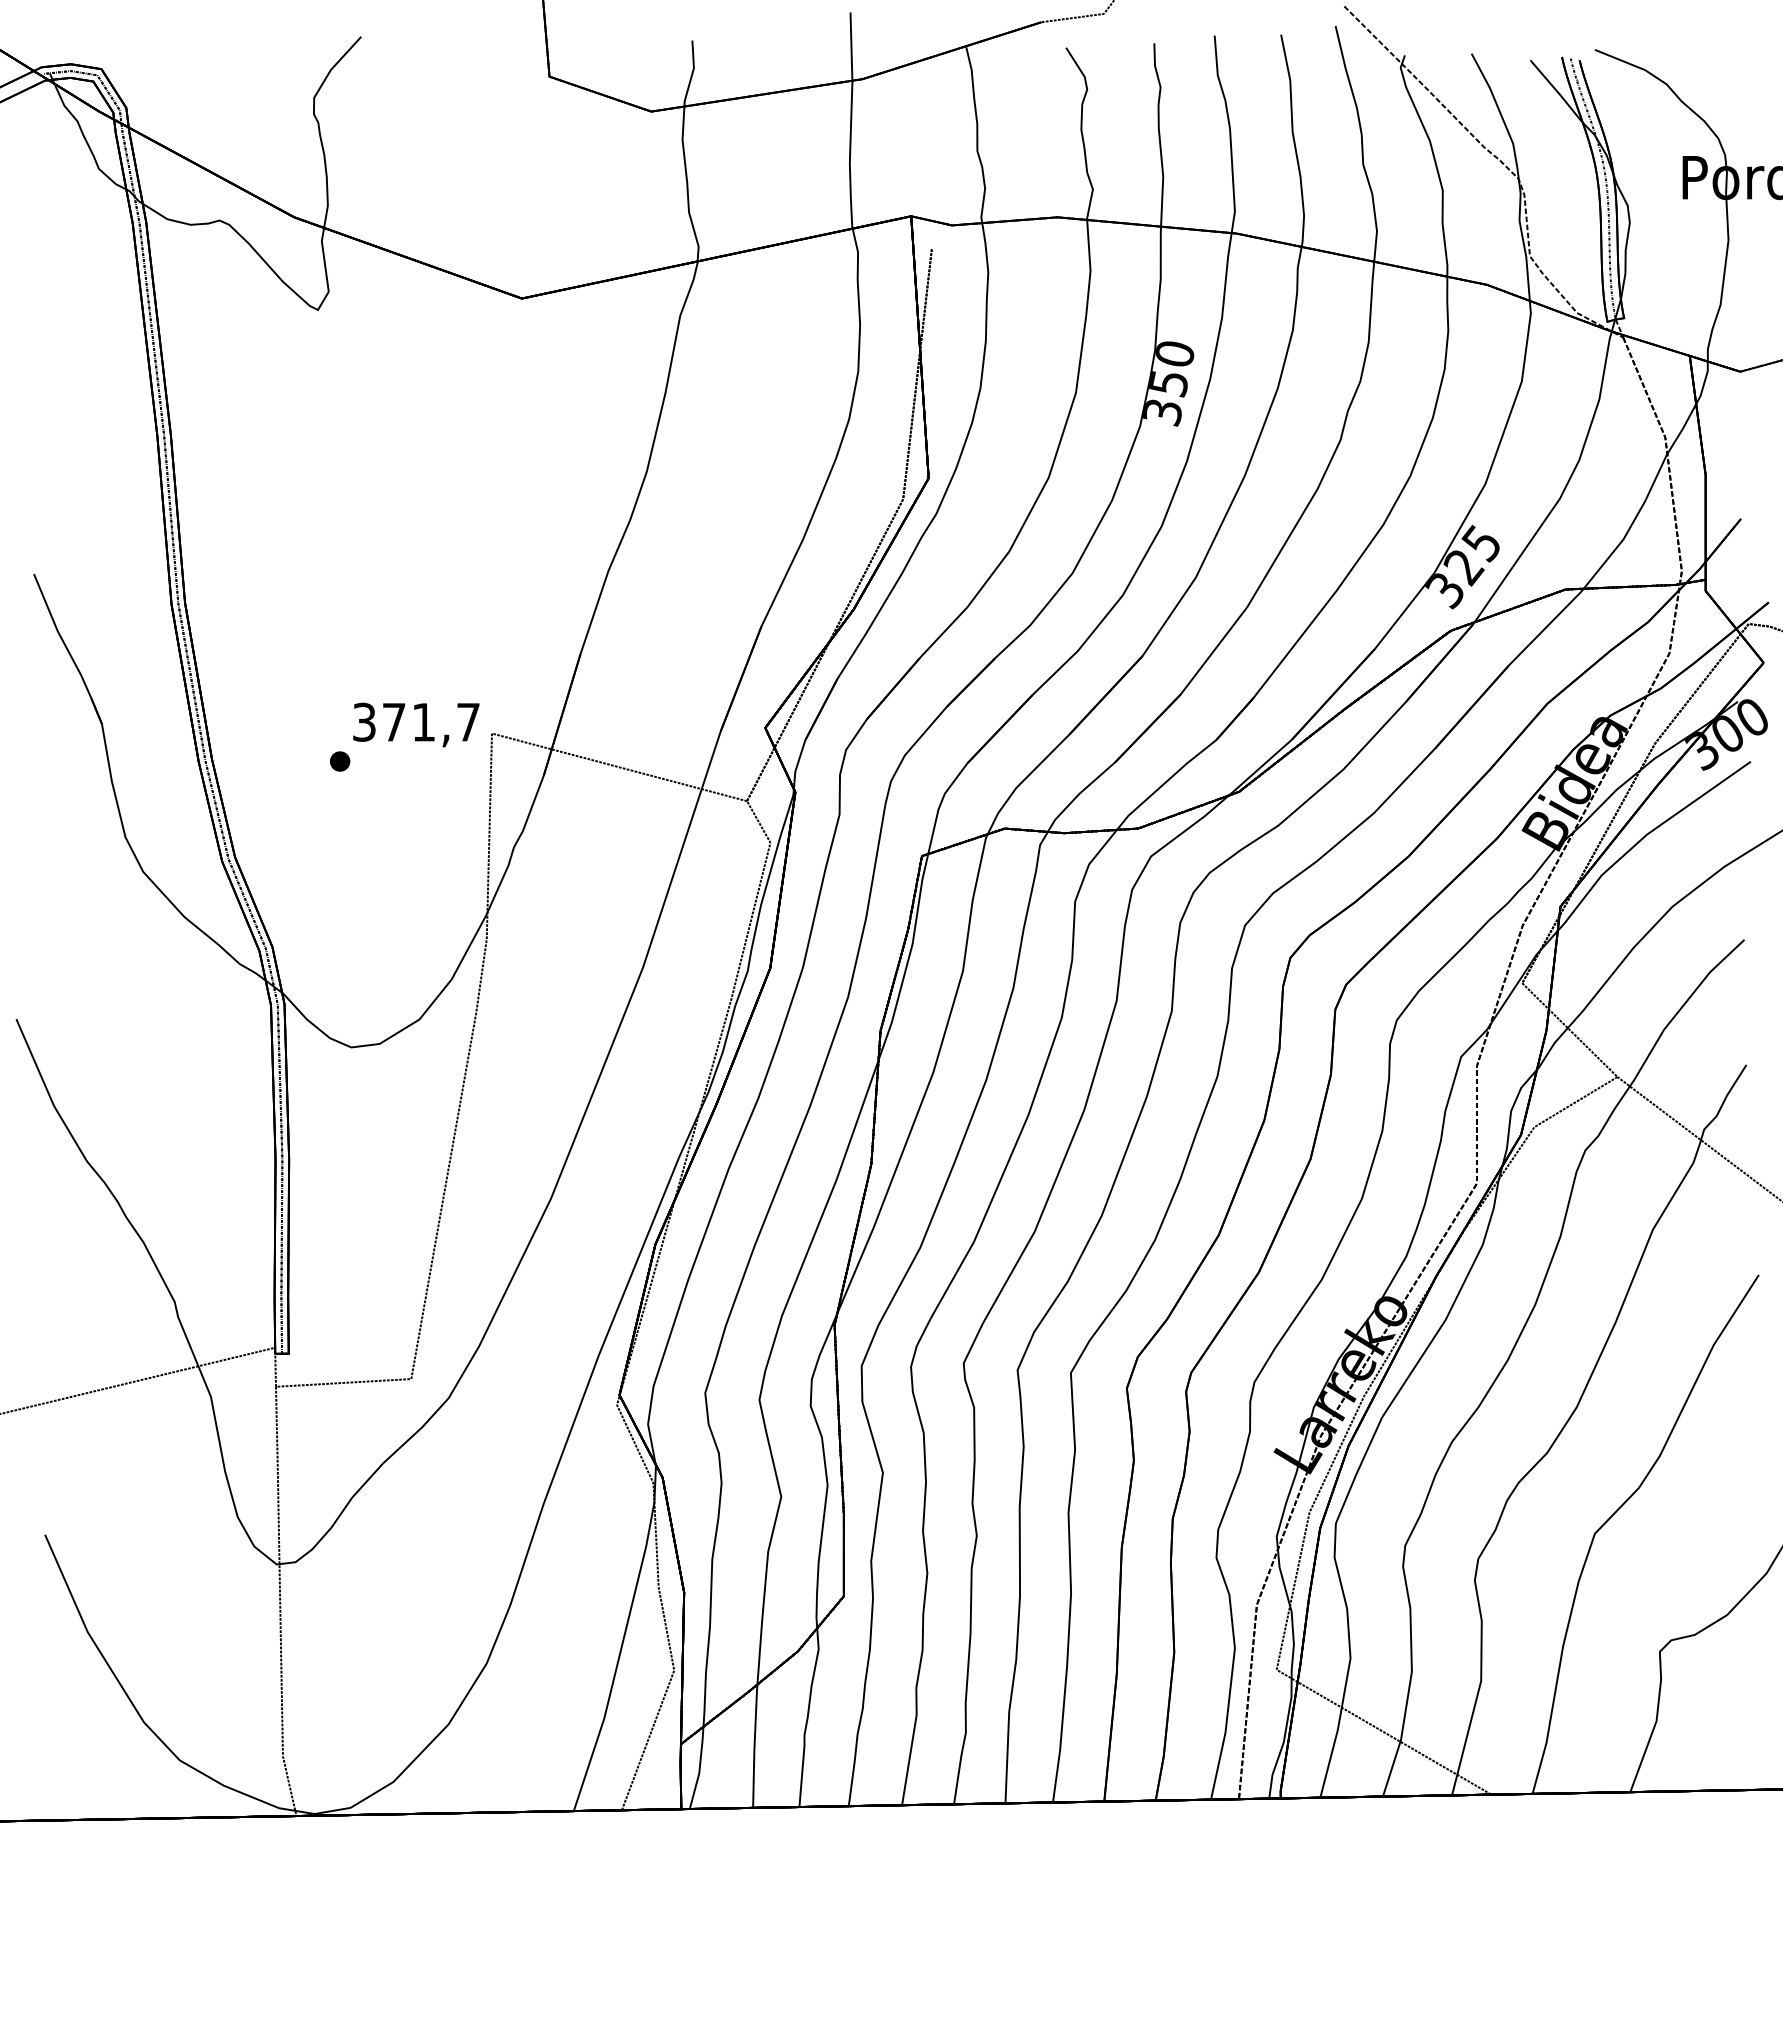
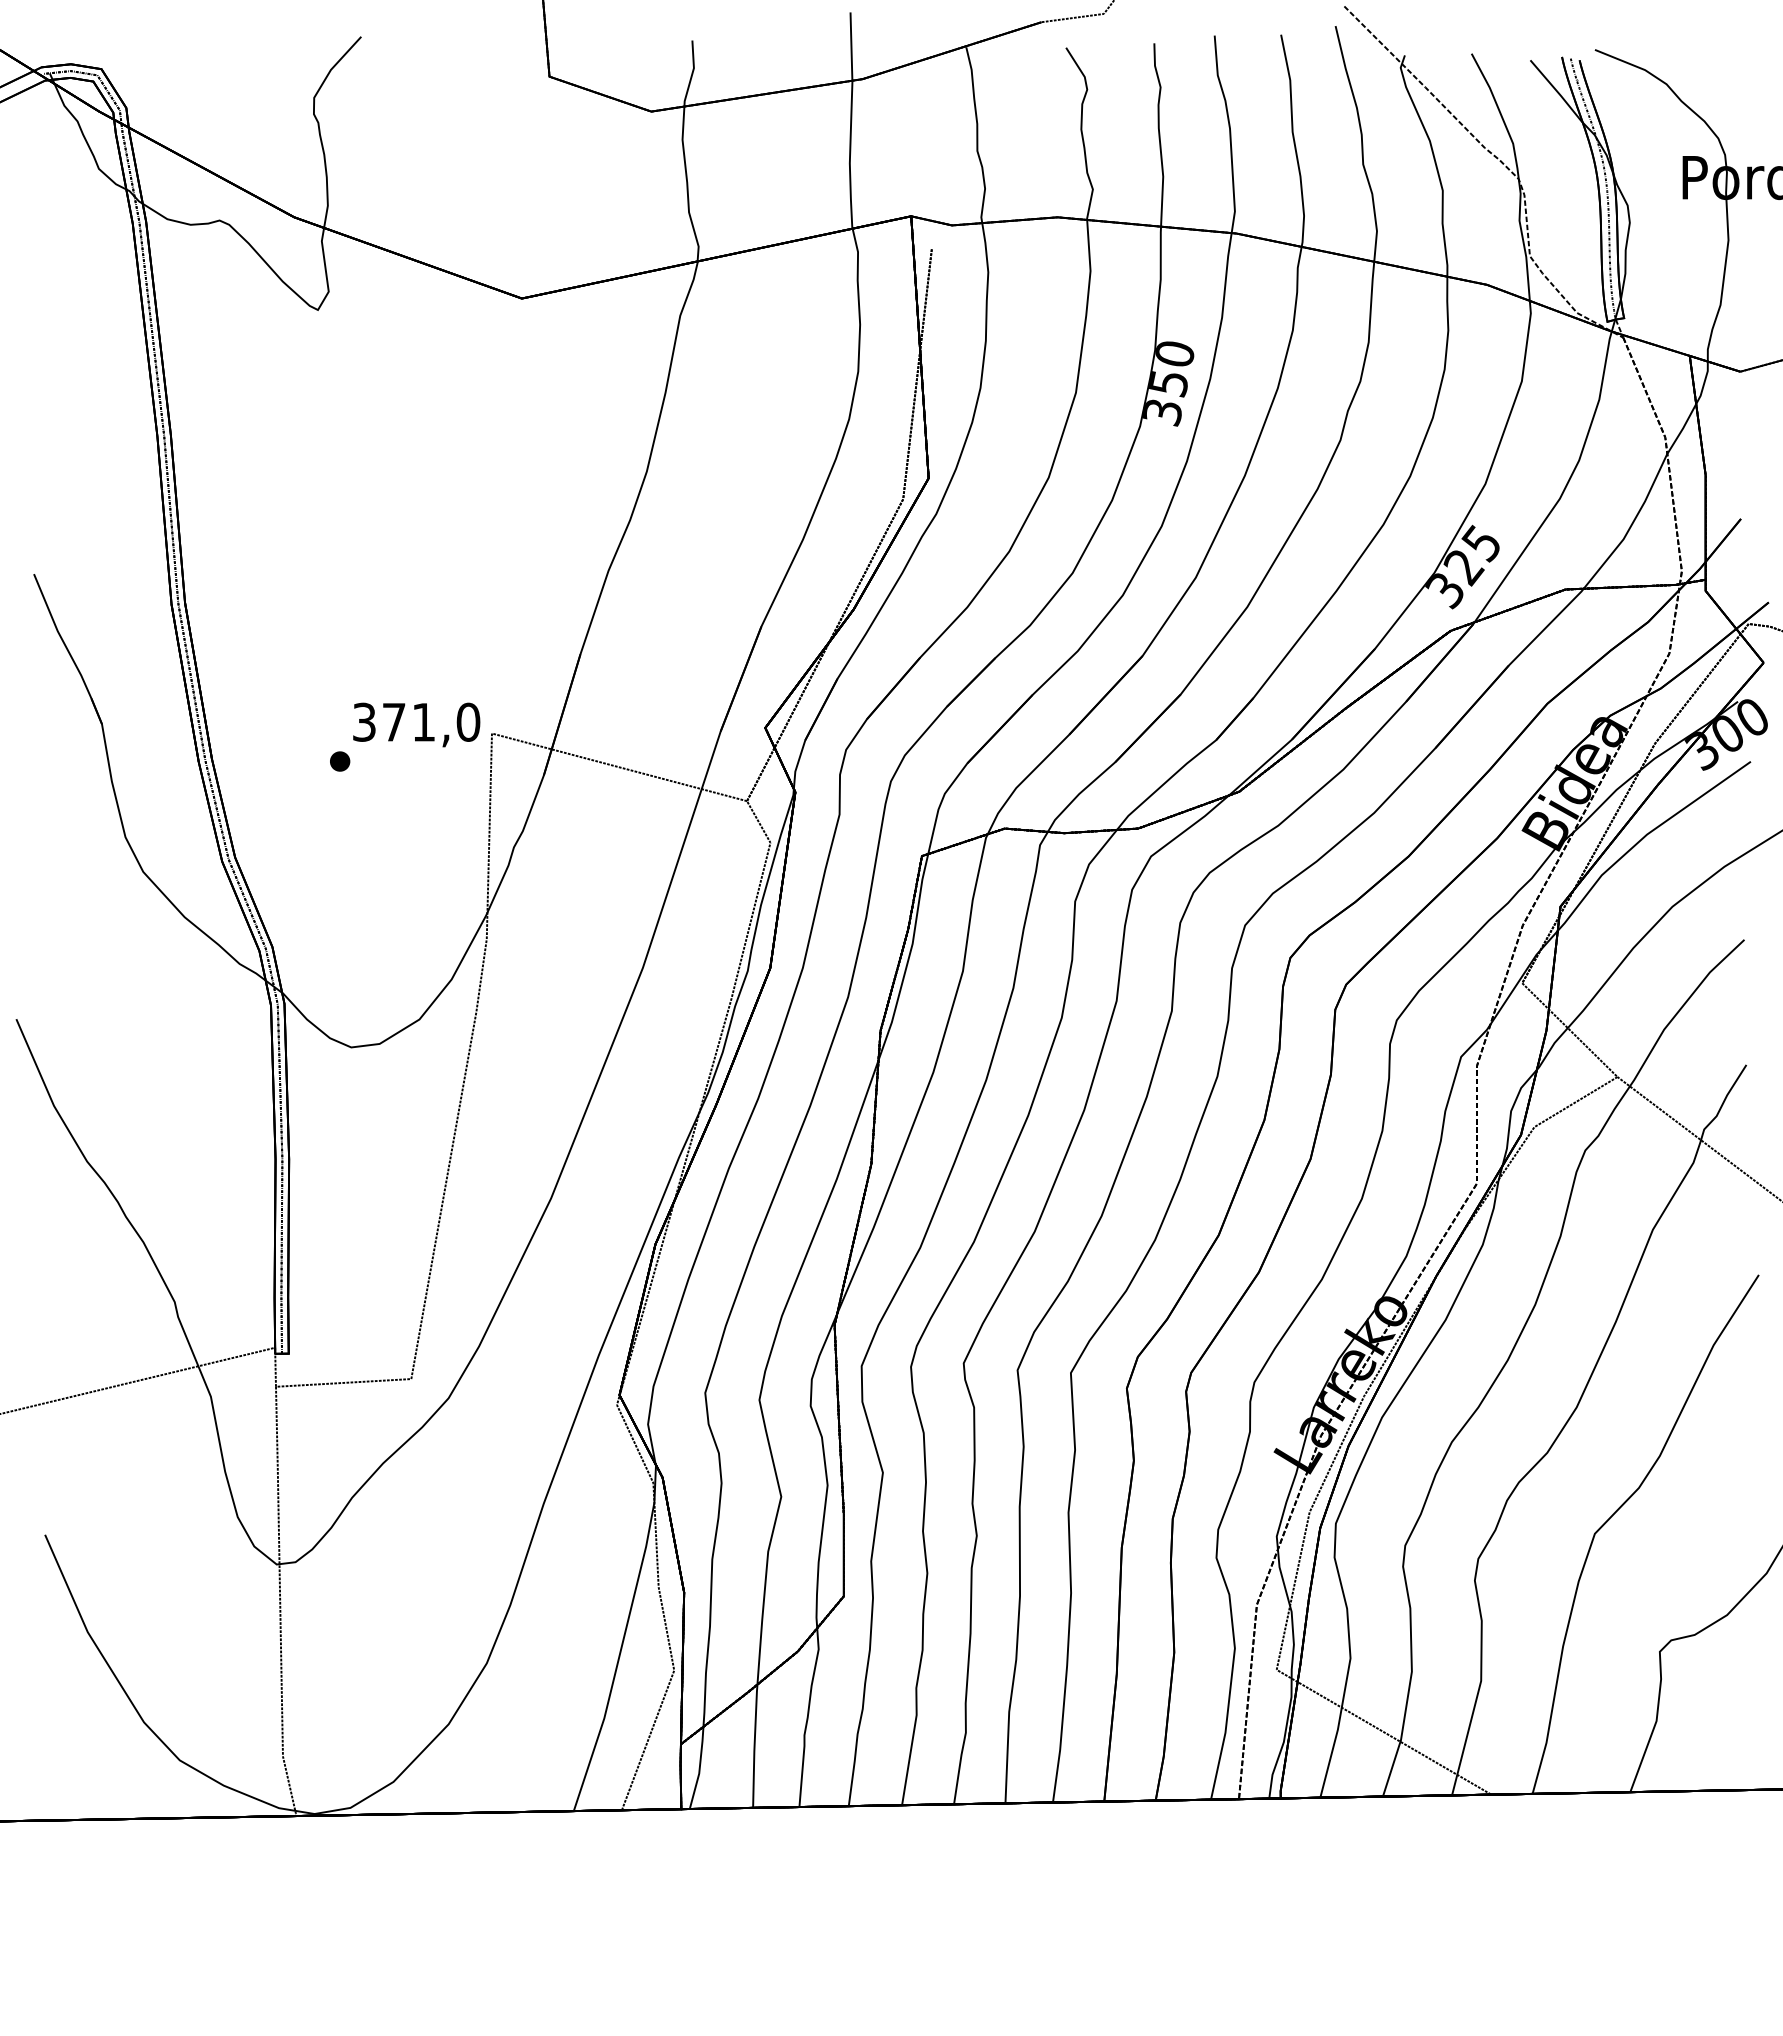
text at (468, 721): 371,7 -> 371,0
